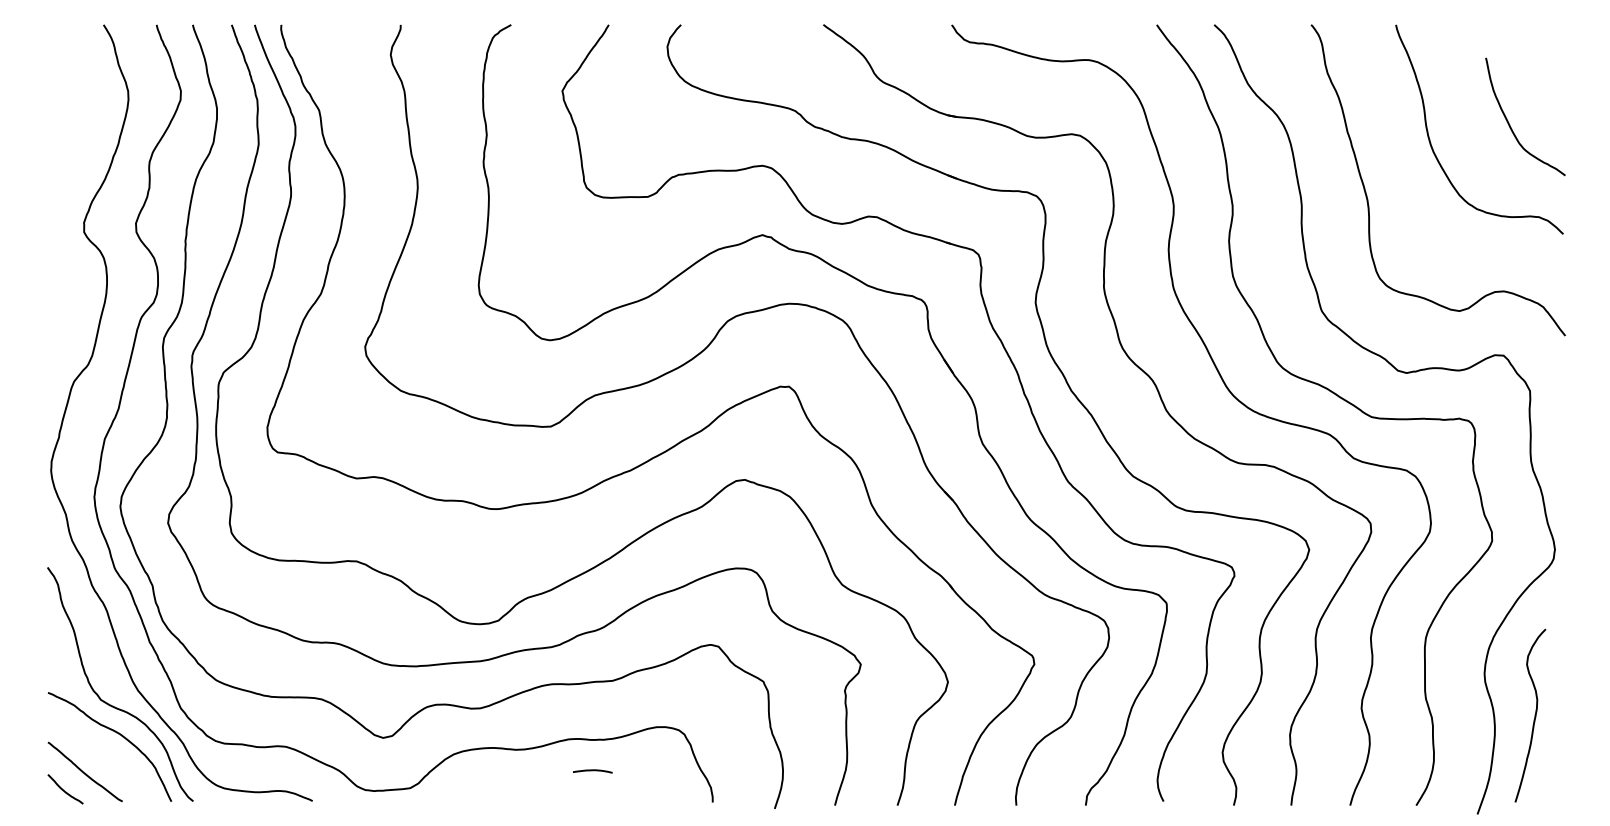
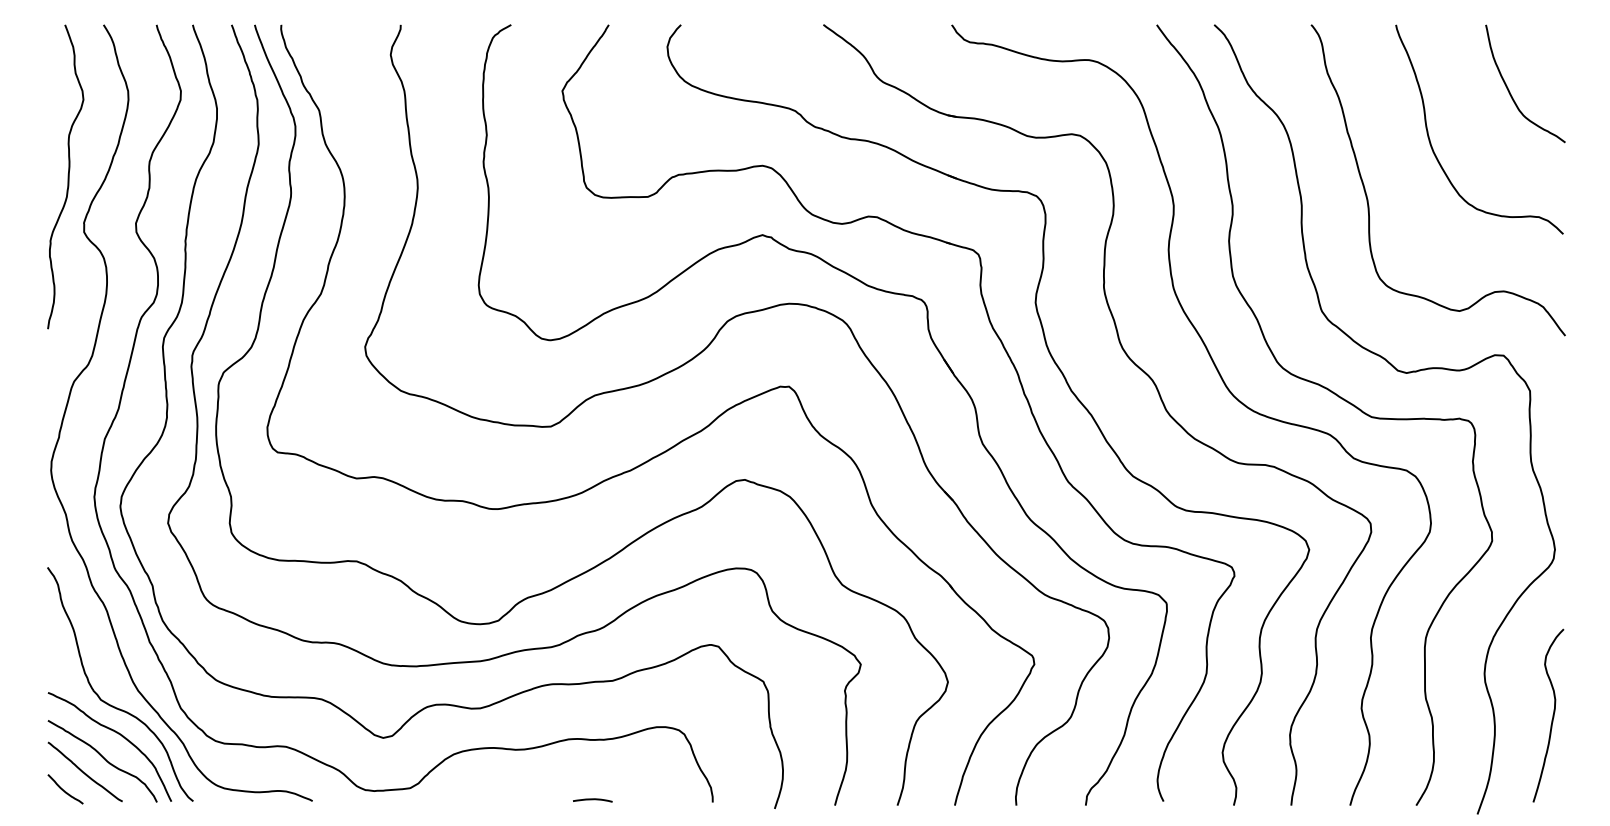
curve at (1509, 122) position: (1509, 122) -> (1509, 89)
curve at (67, 176): none -> present
curve at (1534, 715) position: (1534, 715) -> (1552, 715)
curve at (103, 759): none -> present
curve at (592, 771) position: (592, 771) -> (592, 800)
